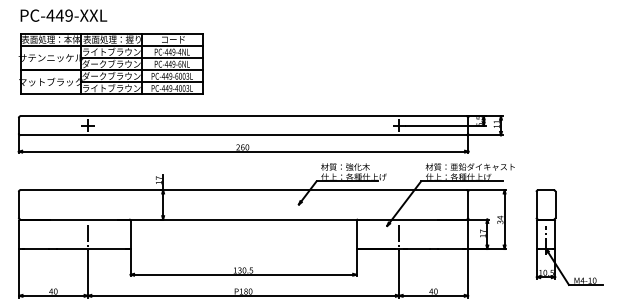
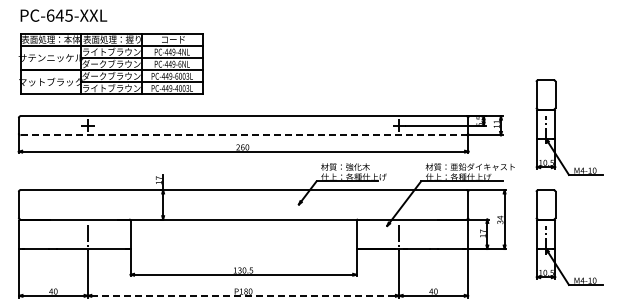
text at (59, 15): PC-449-XXL -> PC-645-XXL
part at (555, 127): none -> present
line at (244, 135): solid -> dashed
line at (244, 295): solid -> dashed
